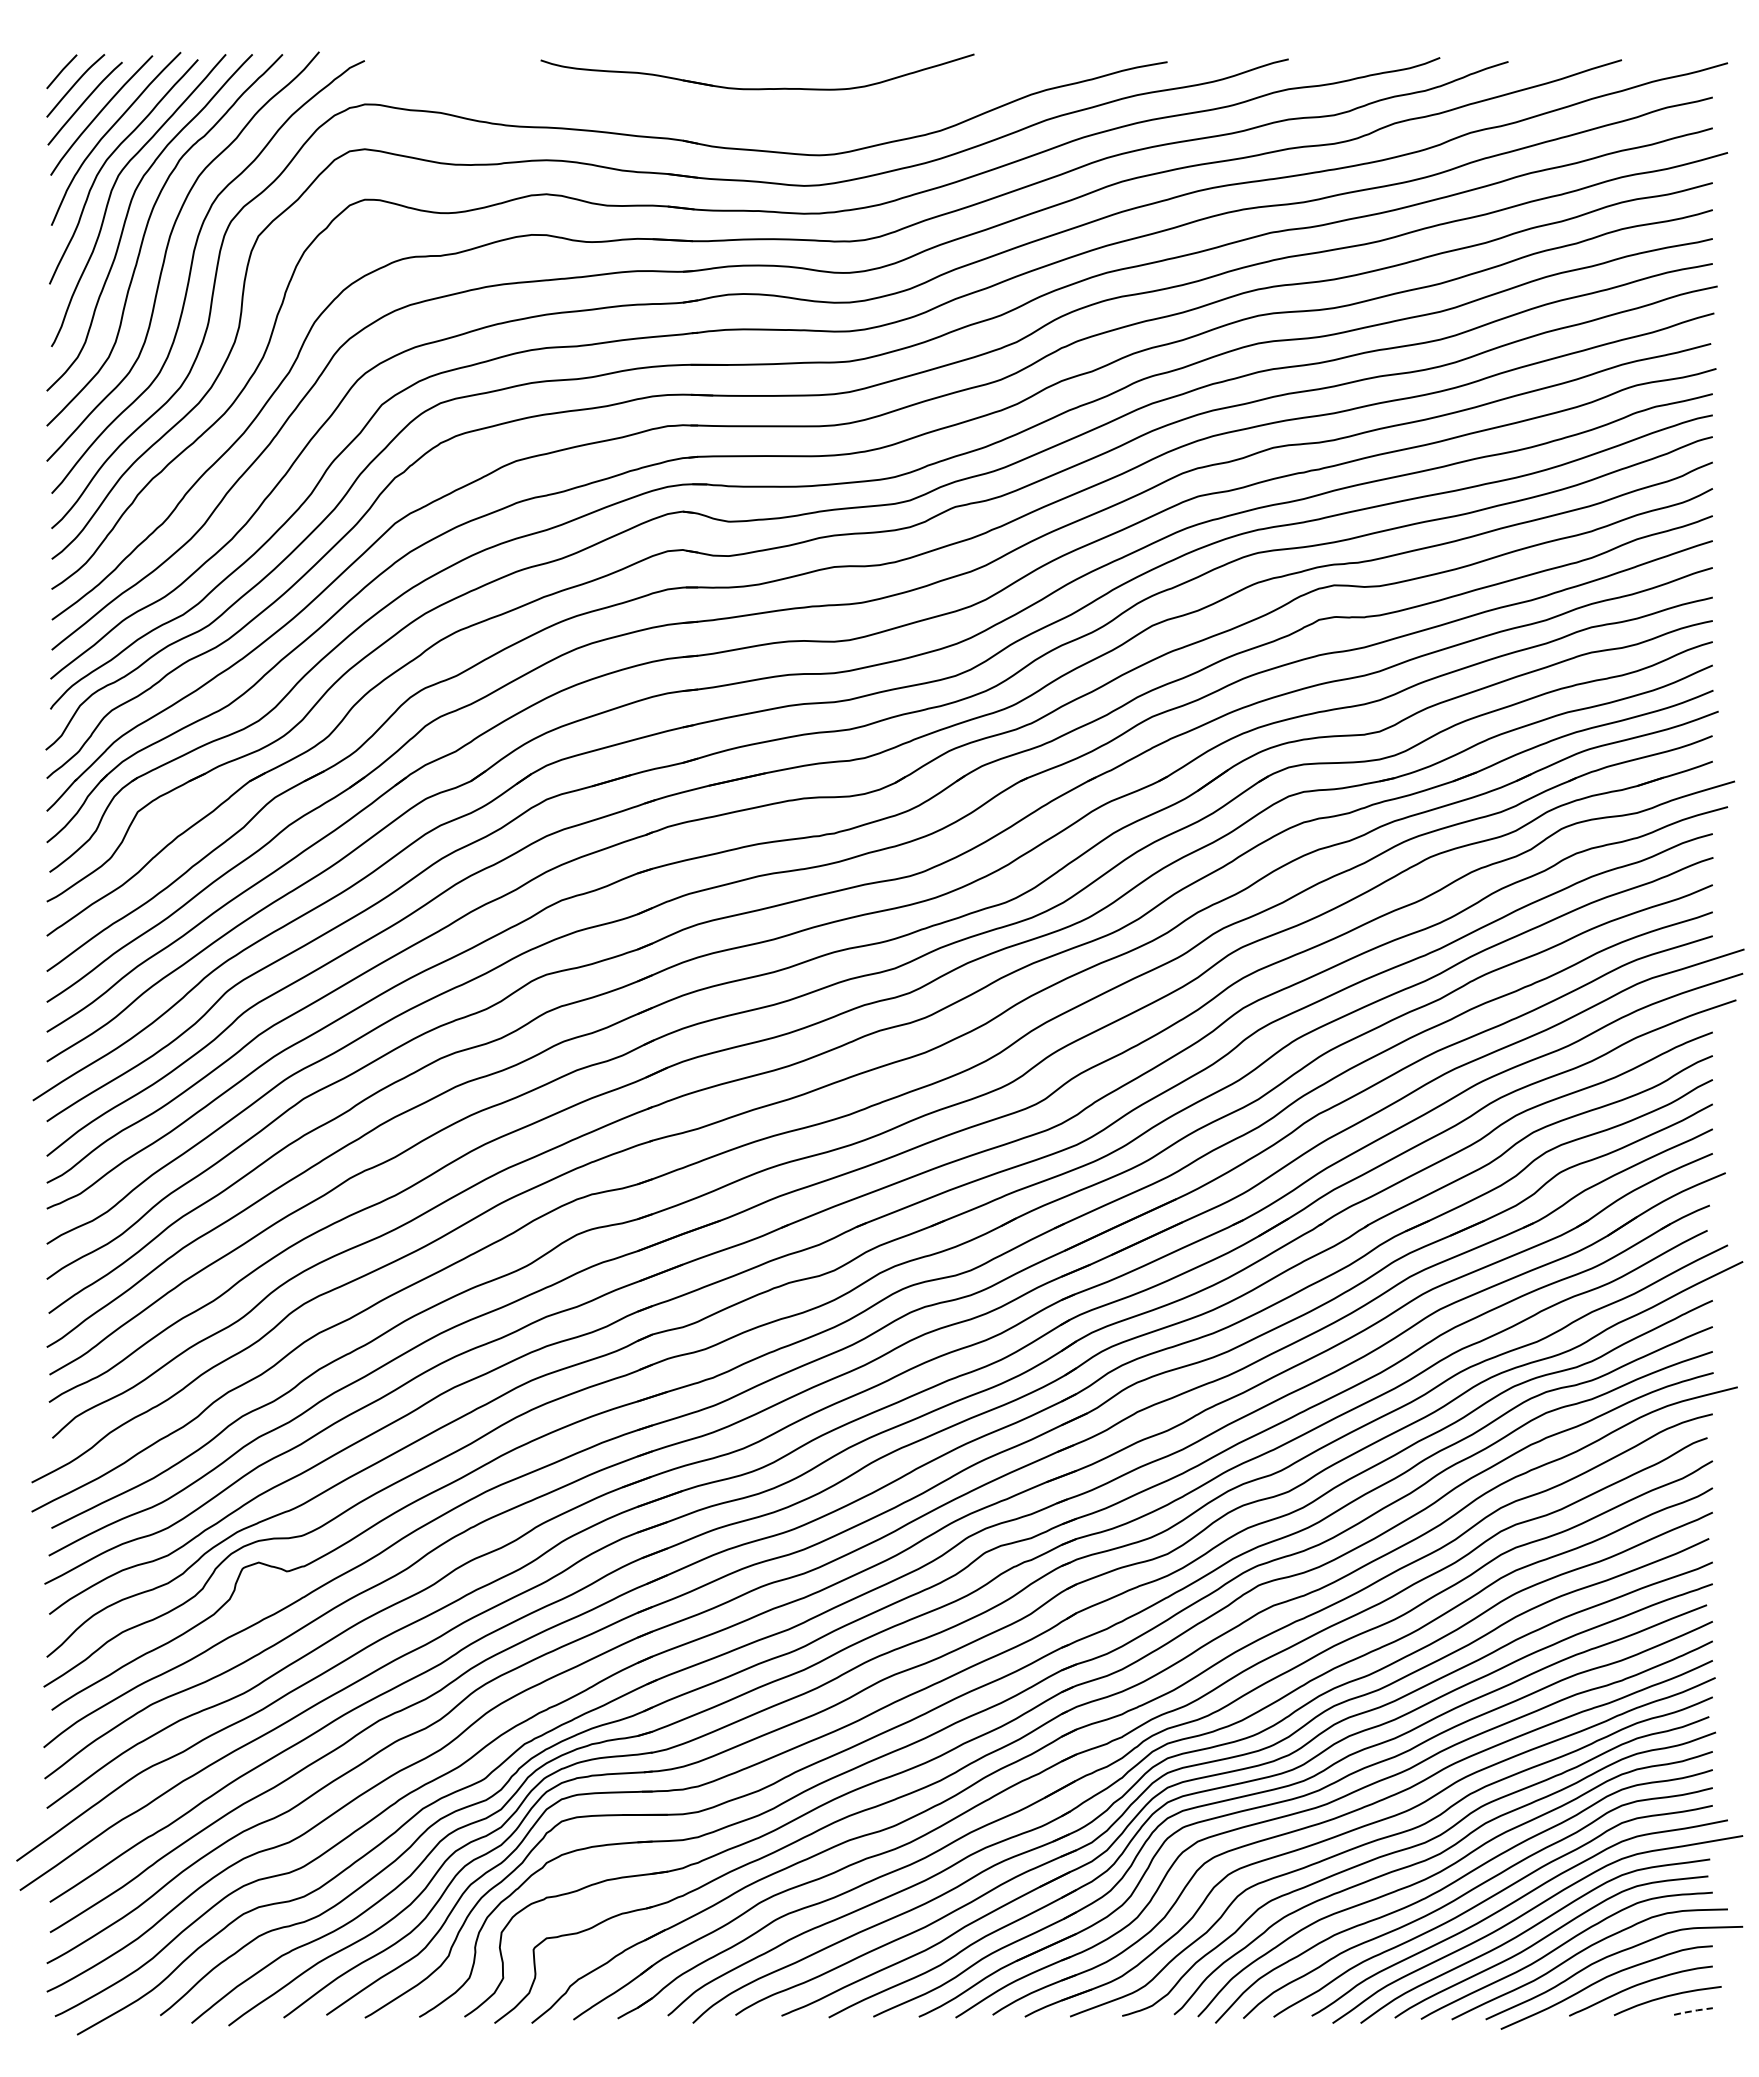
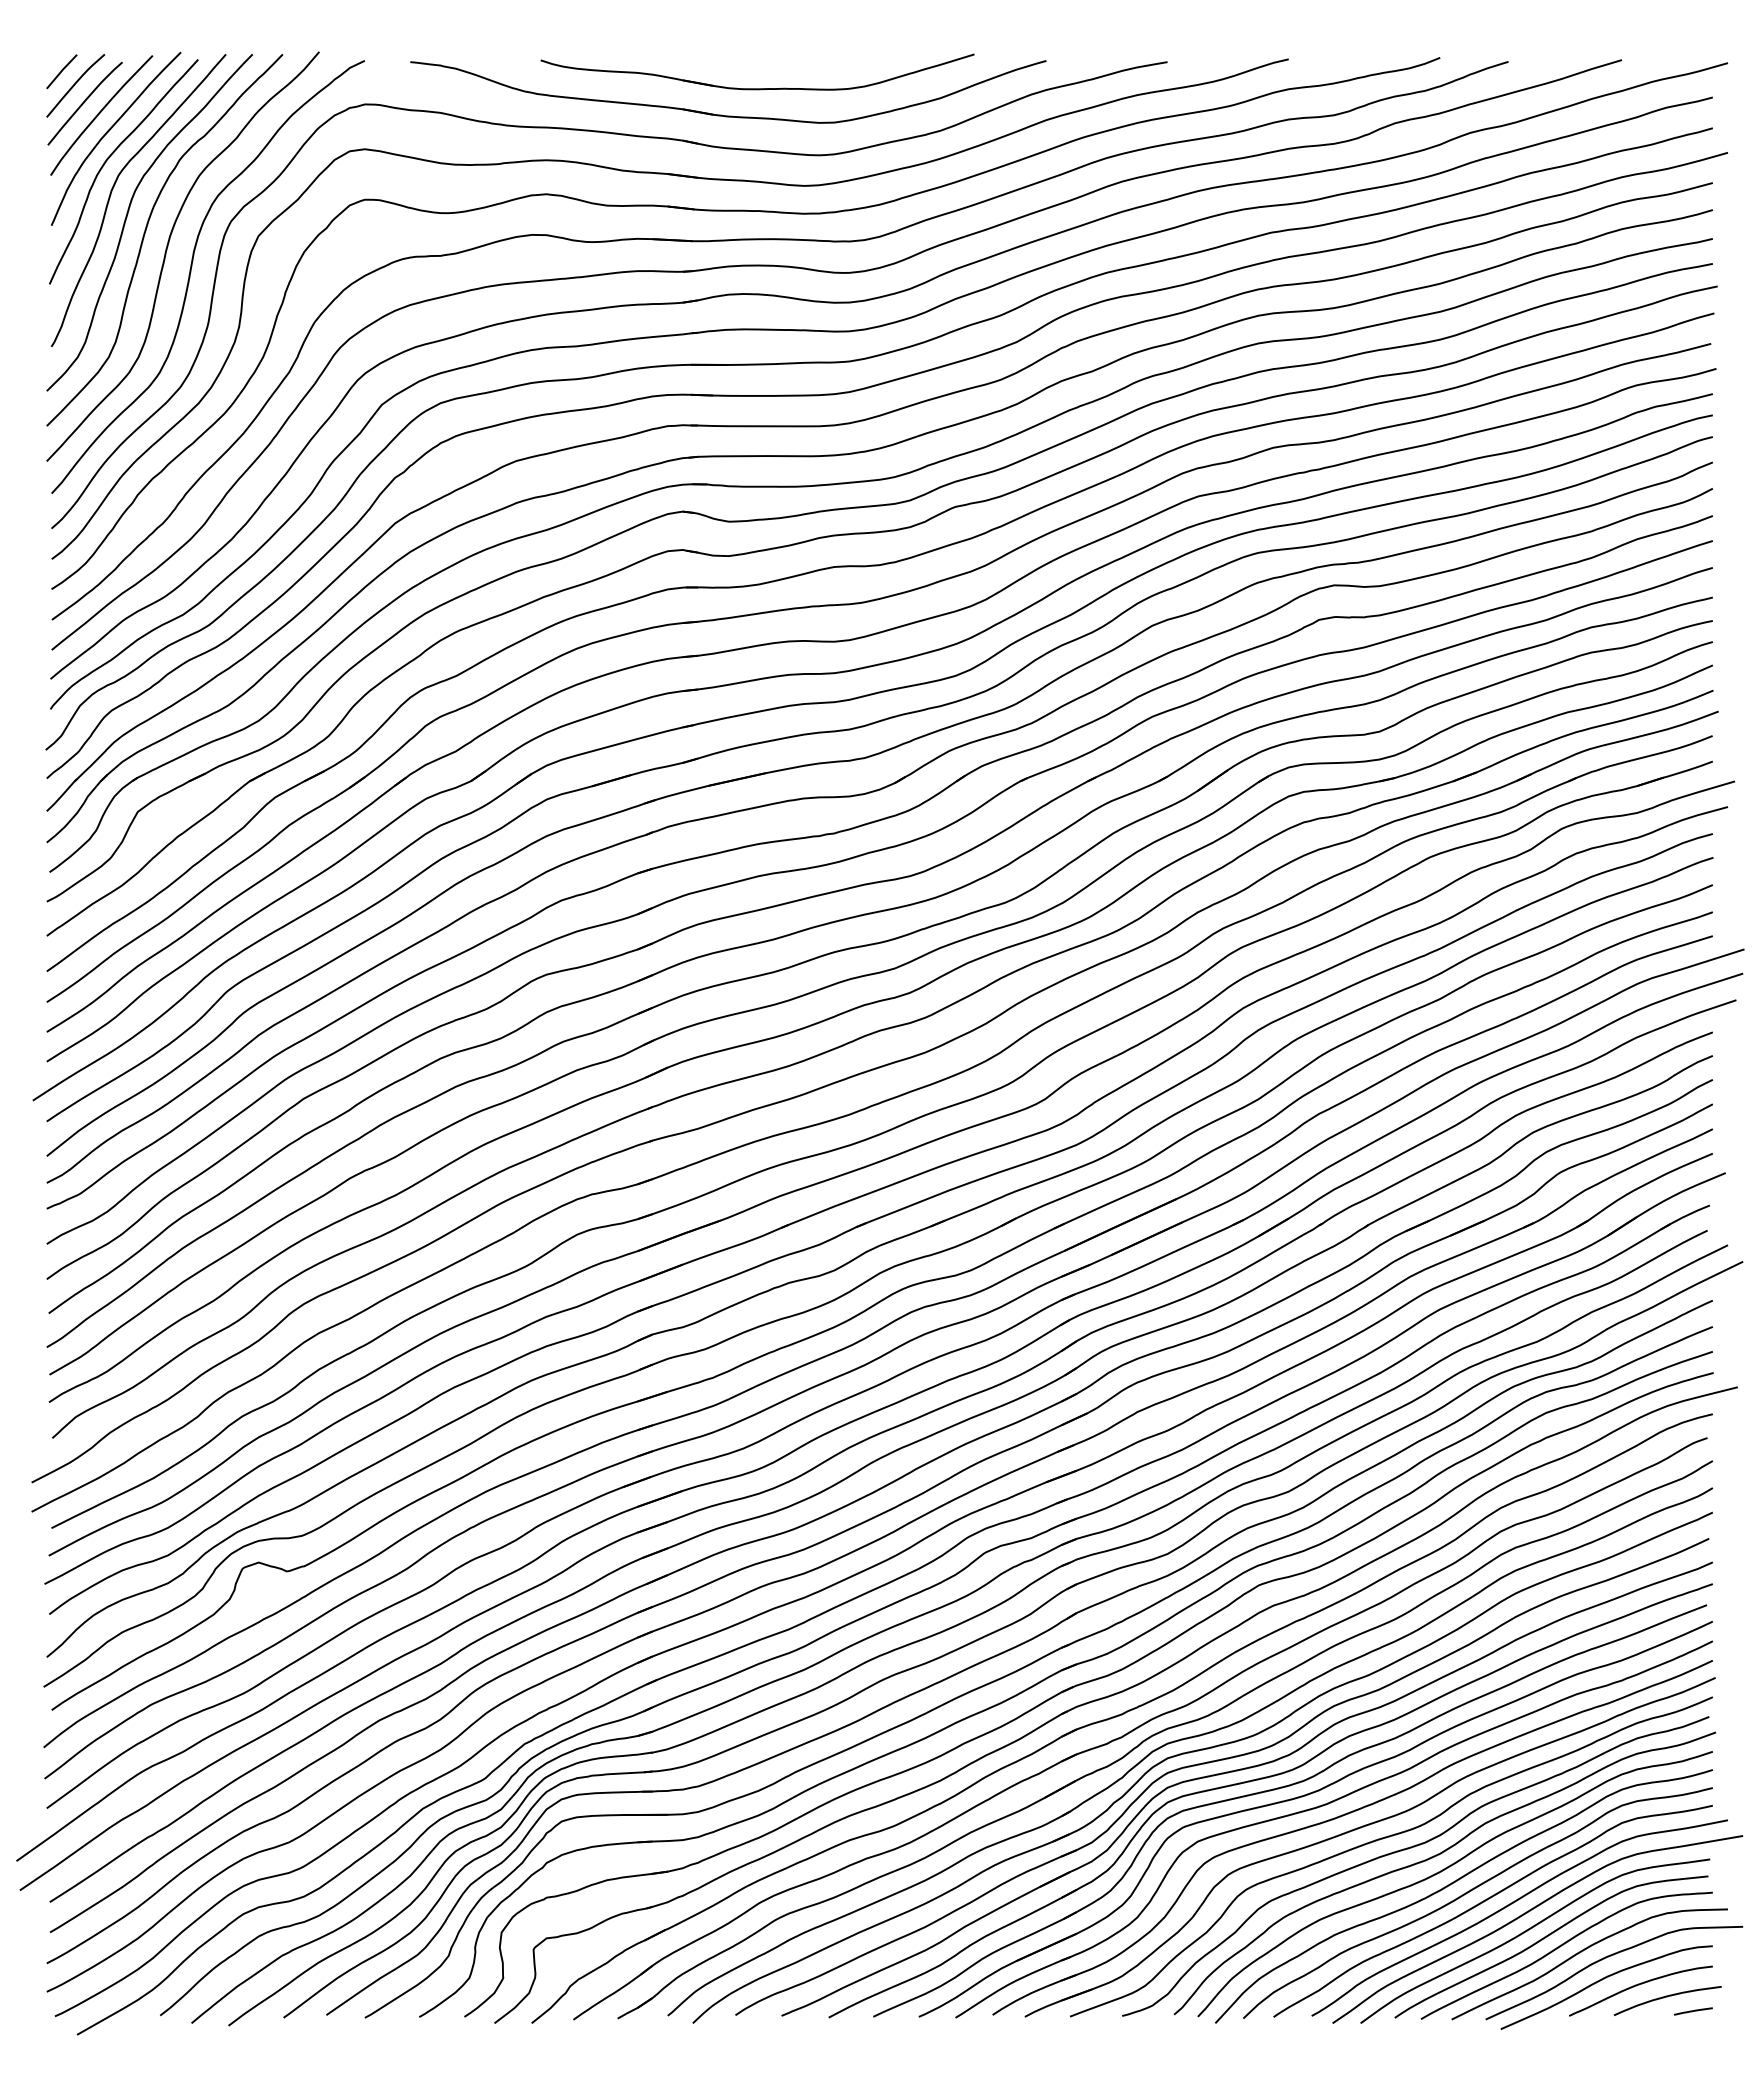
part at (728, 115): none -> present
line at (1693, 2010): dashed -> solid
